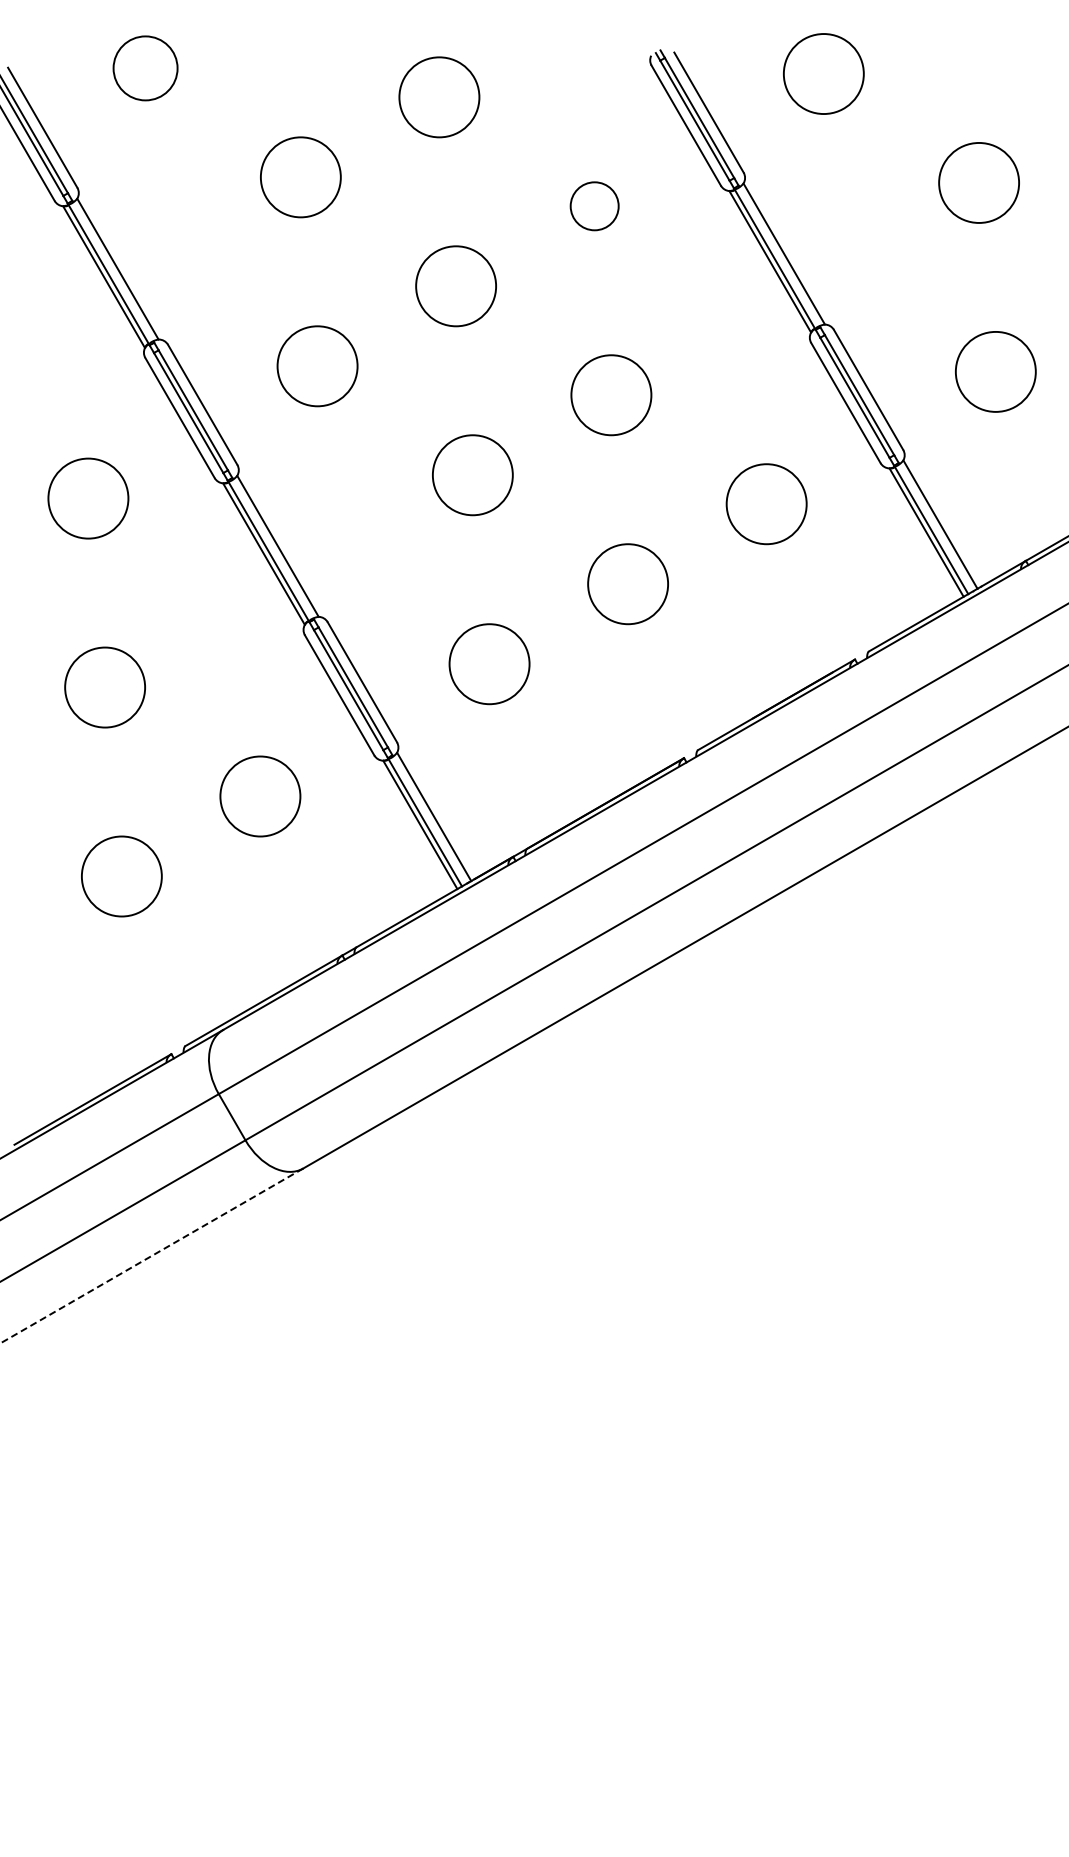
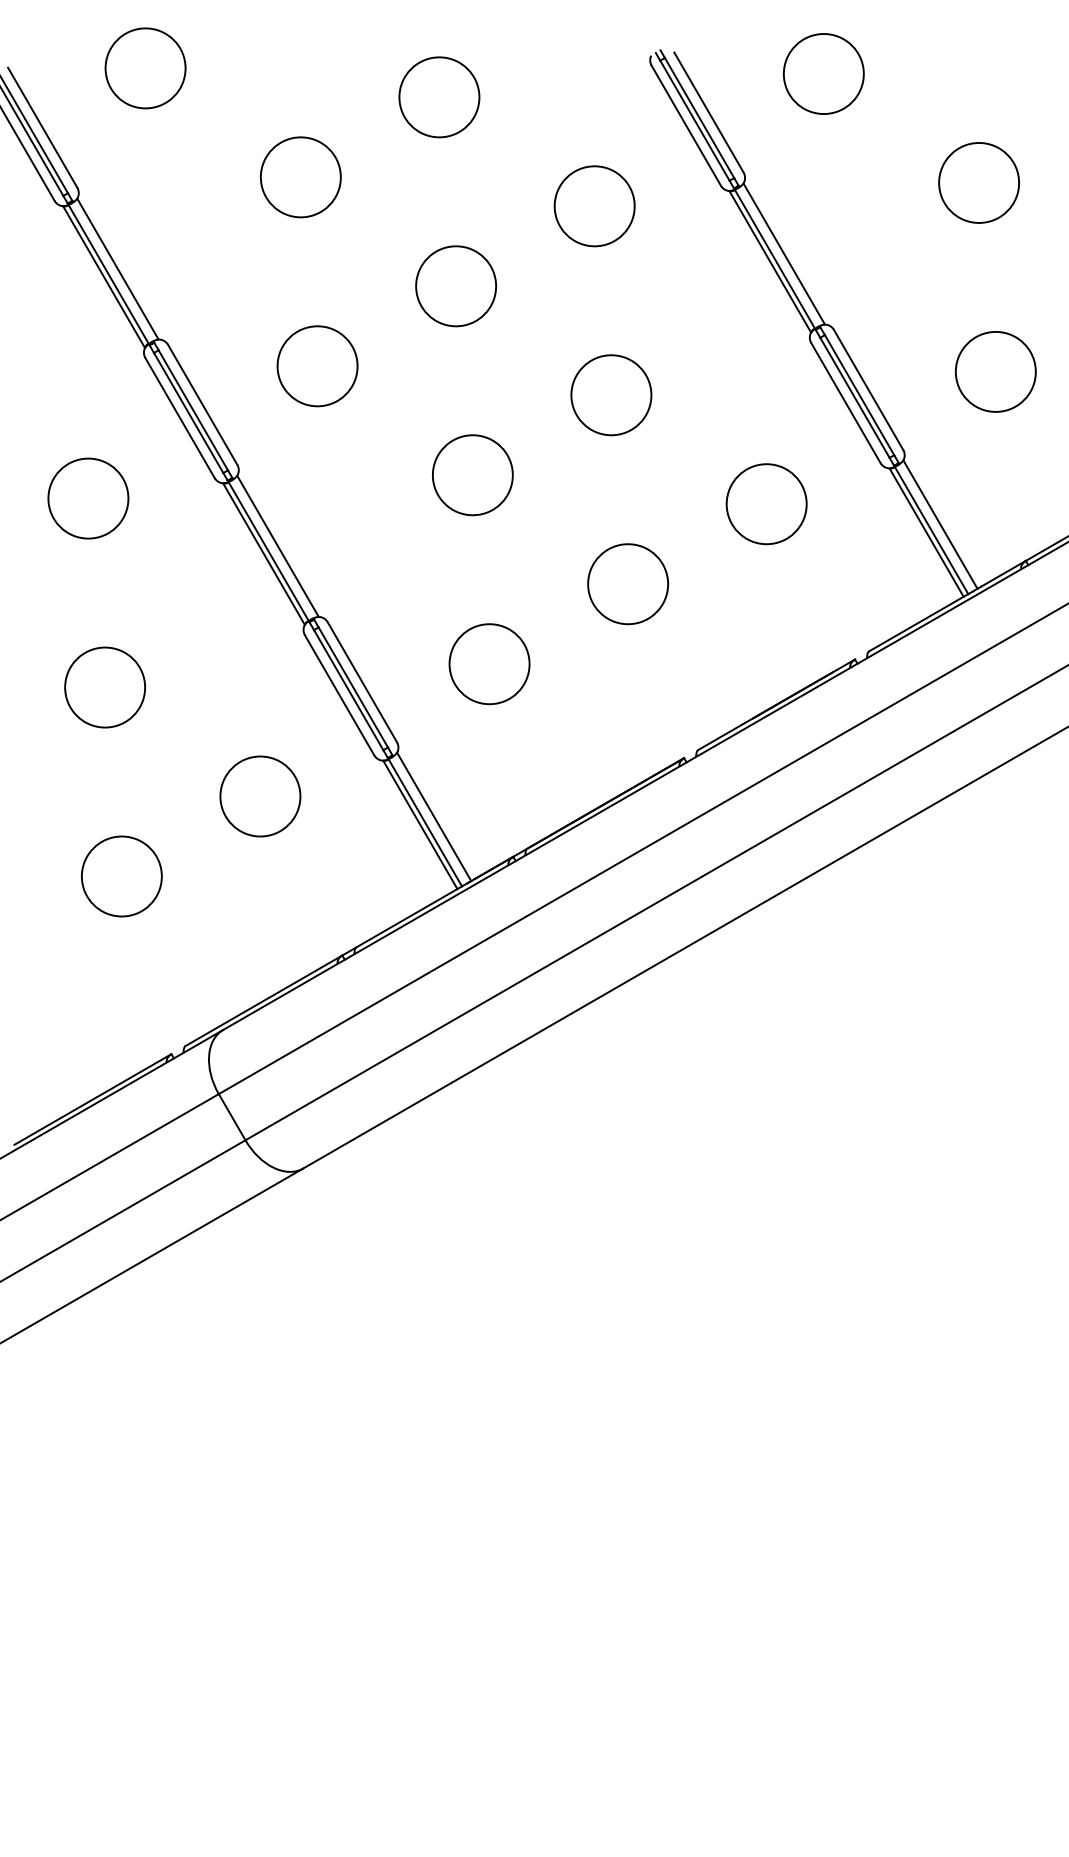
circle at (145, 68) diameter: 64 px -> 80 px
circle at (594, 206) diameter: 48 px -> 80 px
line at (151, 1255): dashed -> solid
